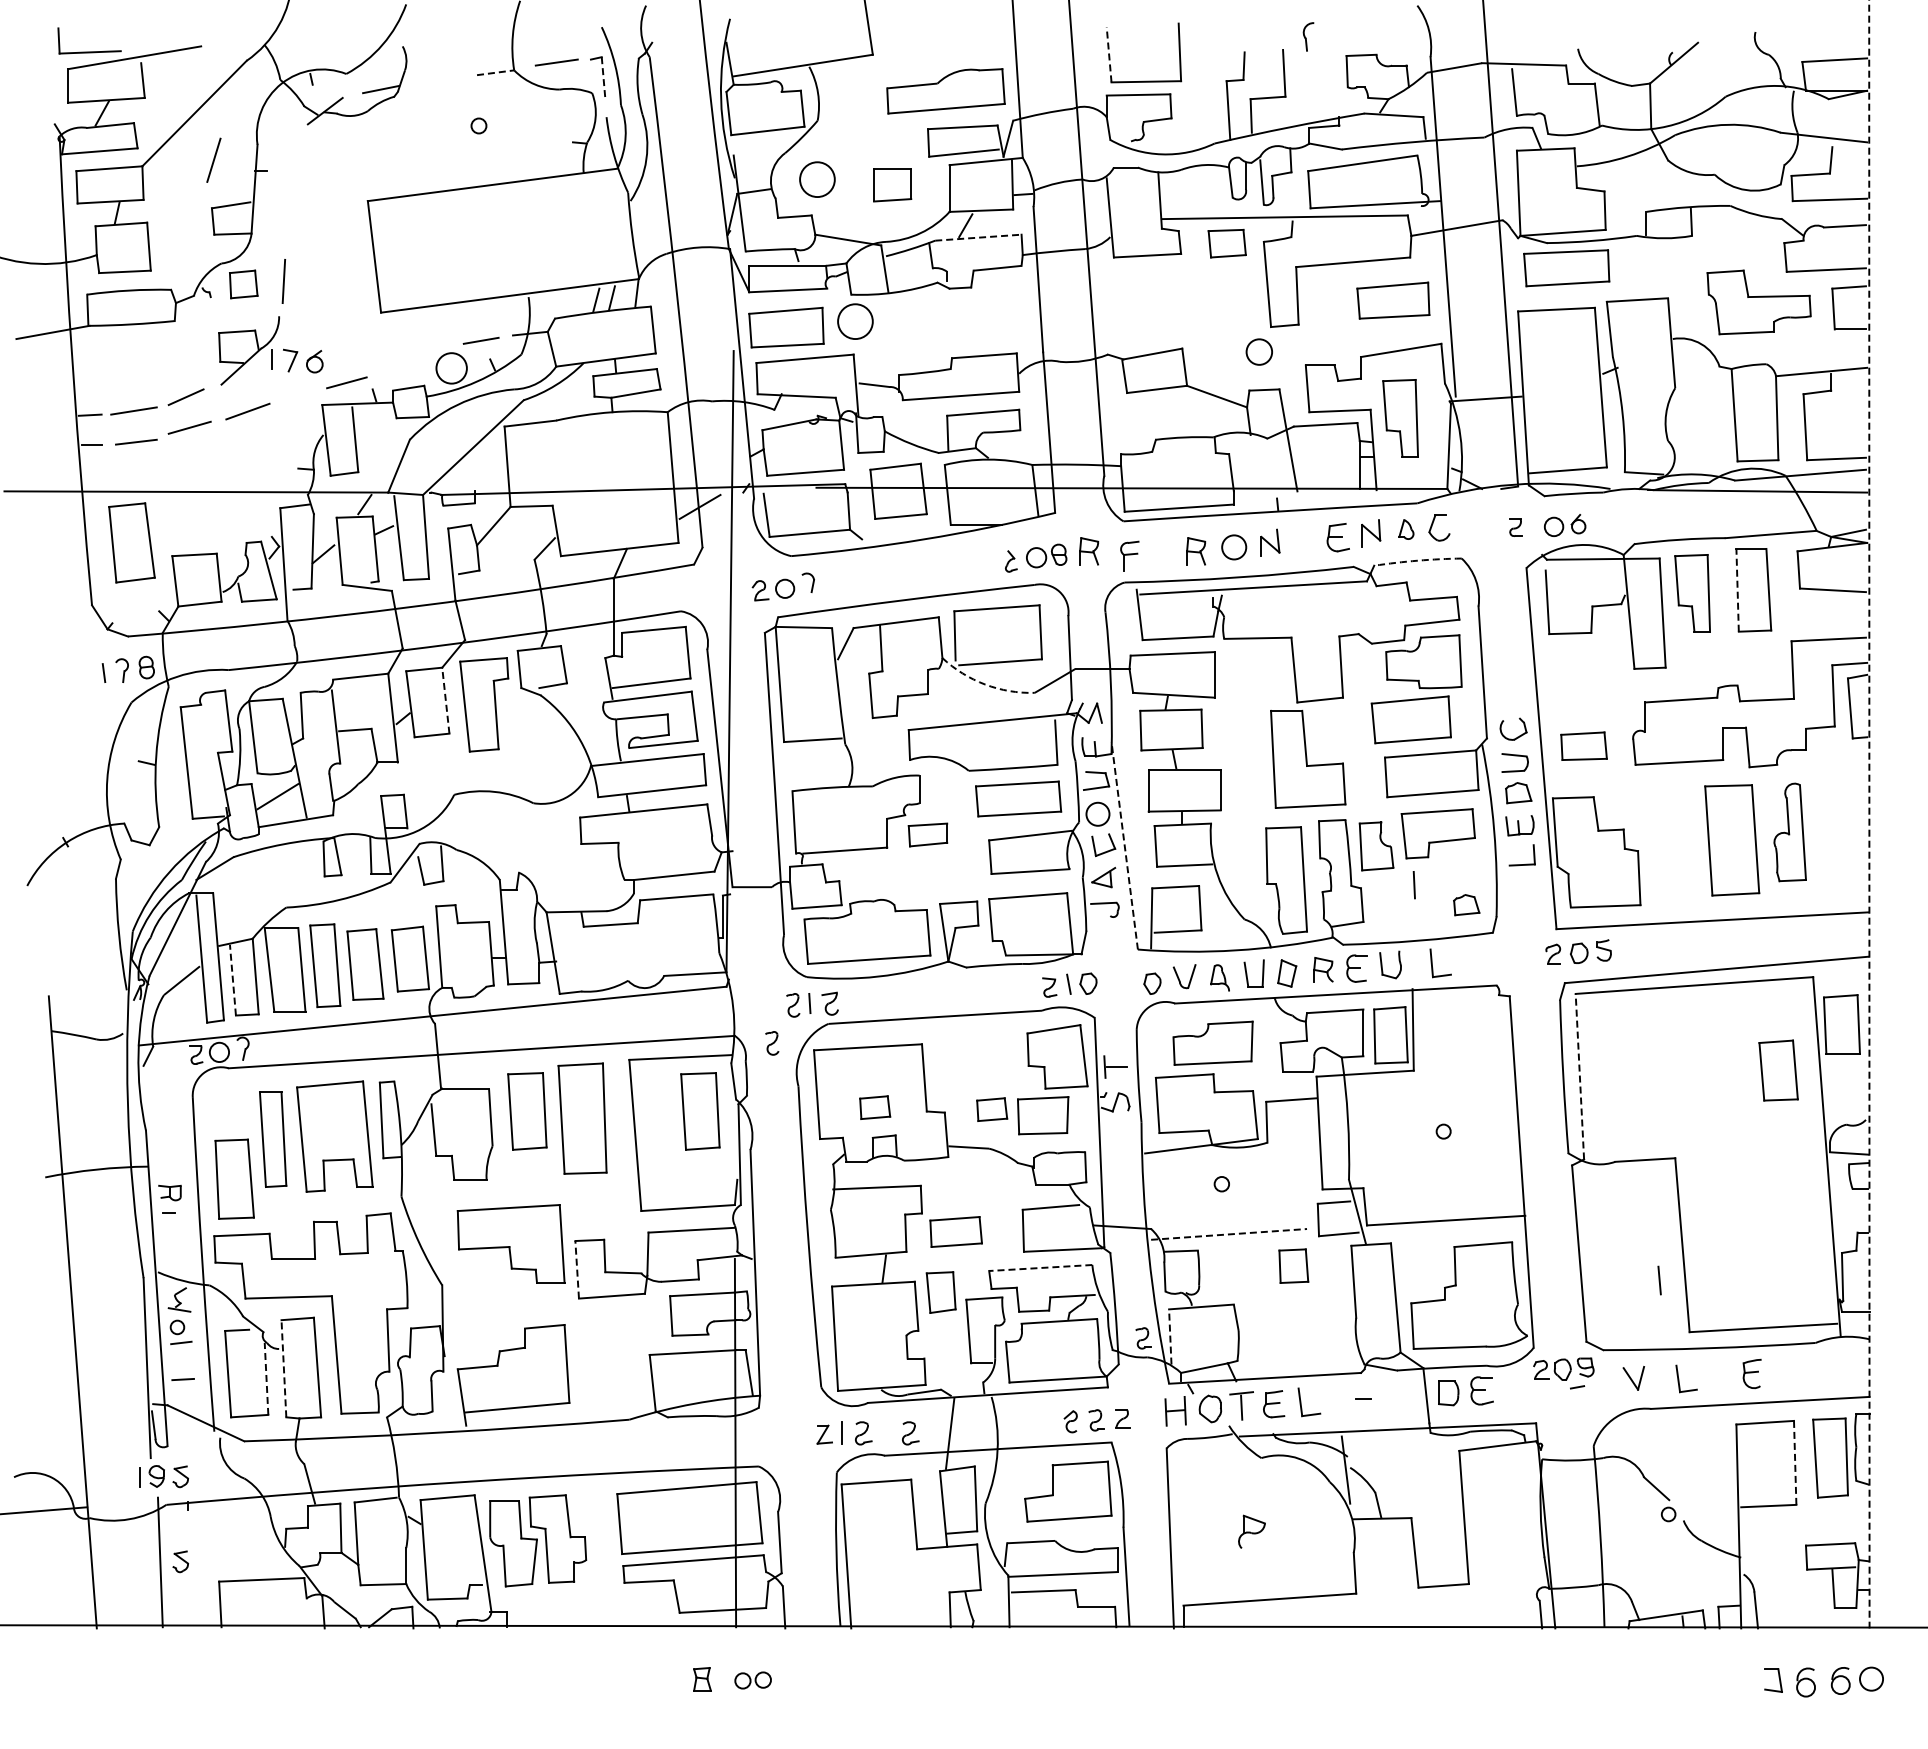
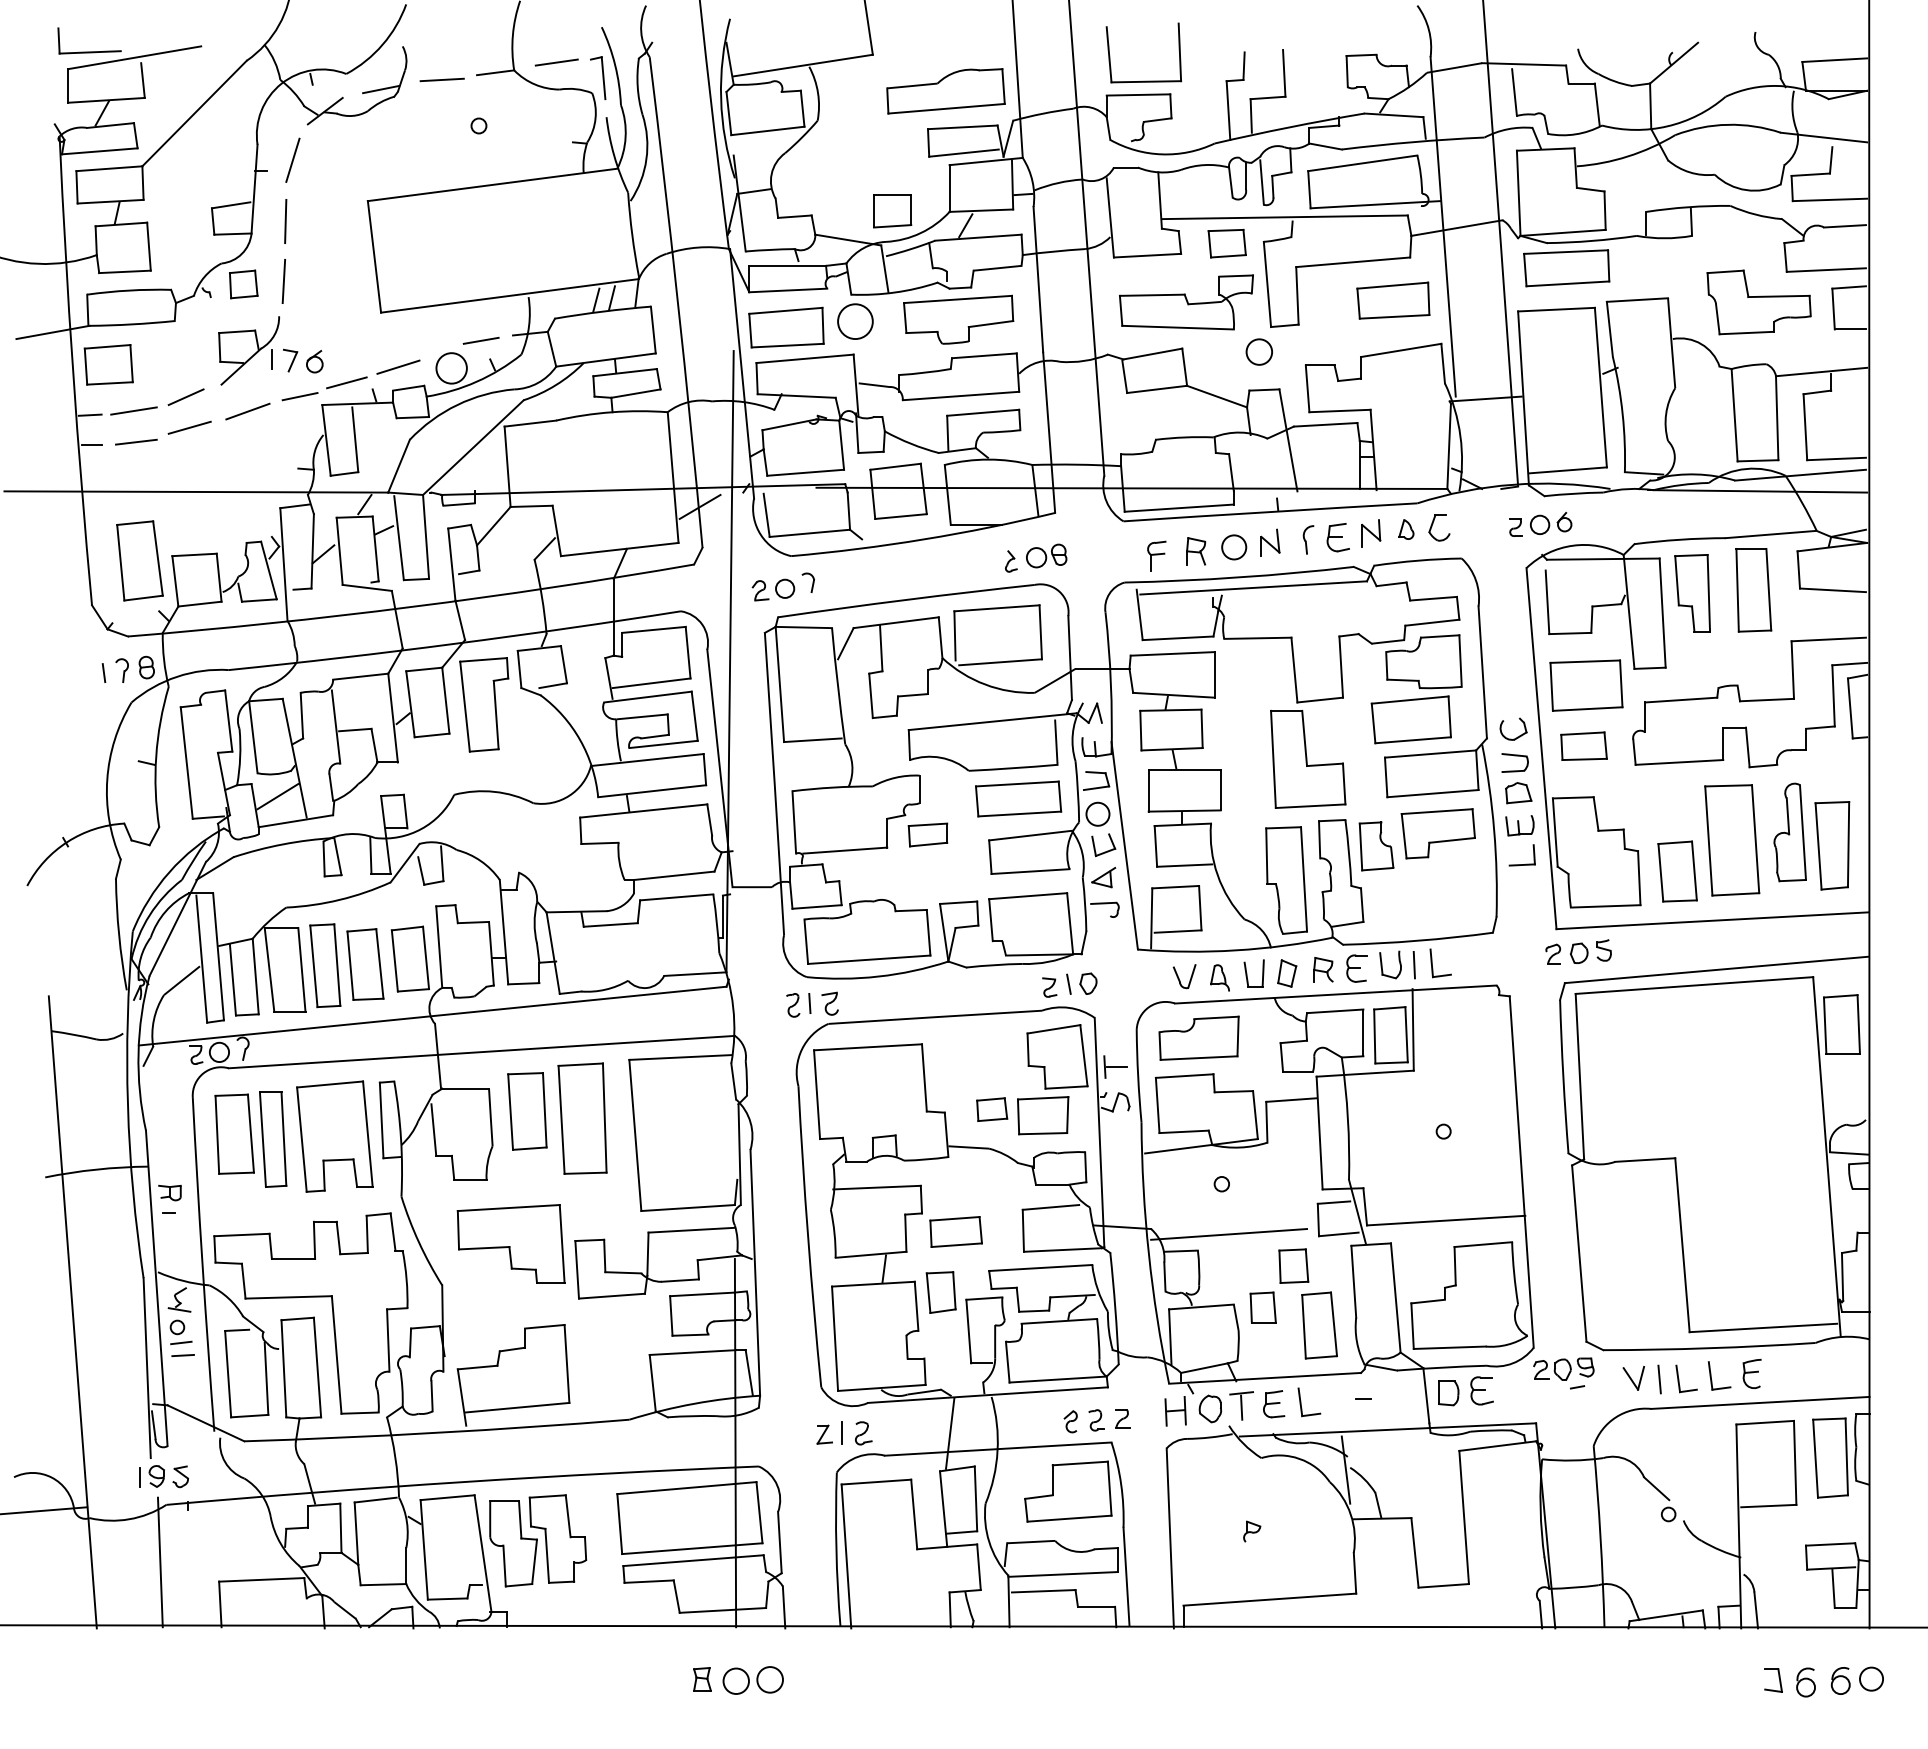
part at (1308, 36) position: (1308, 36) -> (1308, 539)
line at (1109, 54): dashed -> solid
line at (495, 72): dashed -> solid
line at (603, 78): dashed -> solid
line at (441, 79): none -> present
line at (213, 159) position: (213, 159) -> (292, 159)
circle at (817, 179): present -> none
part at (892, 185) position: (892, 185) -> (892, 211)
line at (285, 221): none -> present
line at (978, 237): dashed -> solid
part at (1186, 302): none -> present
part at (958, 319): none -> present
part at (108, 364): none -> present
line at (398, 366): none -> present
line at (299, 396): none -> present
part at (1400, 418): present -> none
part at (1565, 525) position: (1565, 525) -> (1551, 523)
part at (131, 542) position: (131, 542) -> (139, 560)
part at (1089, 551): present -> none
part at (1129, 555) position: (1129, 555) -> (1156, 555)
arc at (1417, 560): dashed -> solid
line at (1737, 589): dashed -> solid
arc at (985, 684): dashed -> solid
part at (1586, 685): none -> present
line at (445, 700): dashed -> solid
line at (1869, 814): dashed -> solid
line at (1124, 845): dashed -> solid
part at (1832, 845): none -> present
line at (1413, 885) position: (1413, 885) -> (1413, 965)
part at (1466, 905): present -> none
line at (232, 980): dashed -> solid
part at (1152, 983): present -> none
part at (1212, 1042) position: (1212, 1042) -> (1198, 1037)
part at (772, 1043): present -> none
part at (1778, 1070) position: (1778, 1070) -> (1677, 871)
line at (1579, 1076): dashed -> solid
part at (875, 1107): present -> none
part at (700, 1111): present -> none
part at (234, 1178) position: (234, 1178) -> (234, 1133)
line at (1229, 1234): dashed -> solid
line at (1040, 1268): dashed -> solid
line at (577, 1269): dashed -> solid
line at (1659, 1280) position: (1659, 1280) -> (1659, 1379)
part at (1262, 1307): none -> present
part at (1319, 1325): none -> present
line at (1170, 1336): dashed -> solid
part at (1143, 1338): present -> none
line at (283, 1368): dashed -> solid
part at (1711, 1375): none -> present
line at (266, 1378): dashed -> solid
line at (182, 1379) position: (182, 1379) -> (182, 1355)
part at (910, 1433): present -> none
line at (1795, 1462): dashed -> solid
part at (1251, 1531) size: 28x35 px -> 19x23 px
part at (180, 1561): present -> none
part at (752, 1680) size: 38x19 px -> 62x29 px
